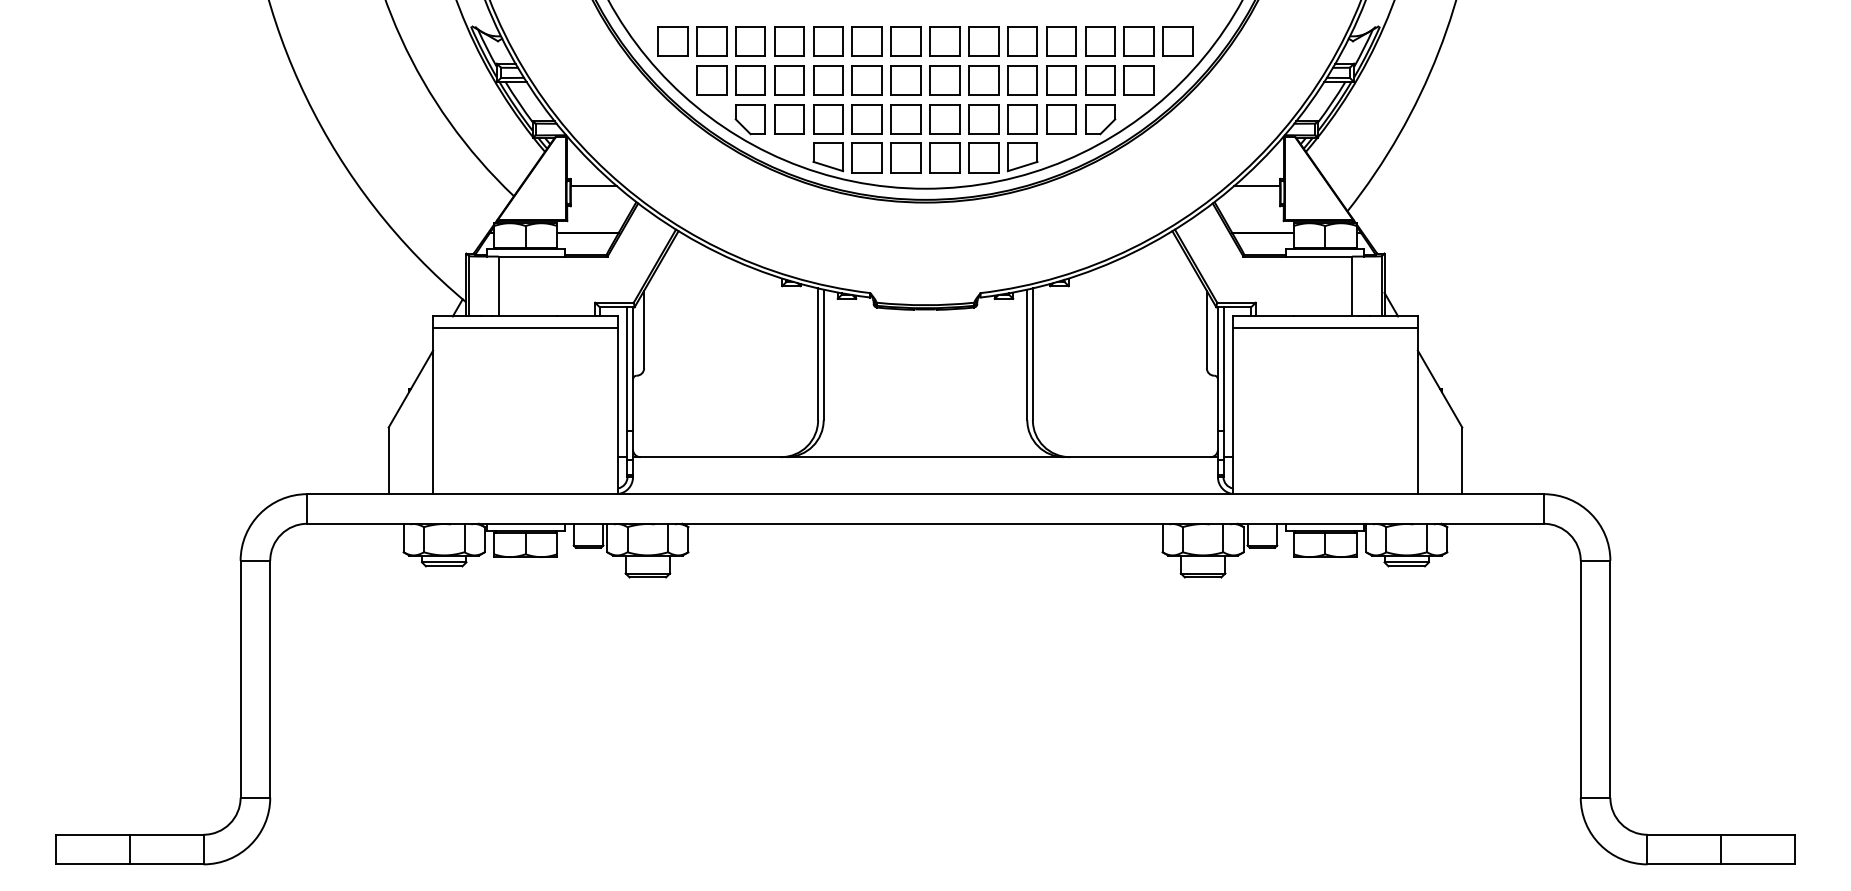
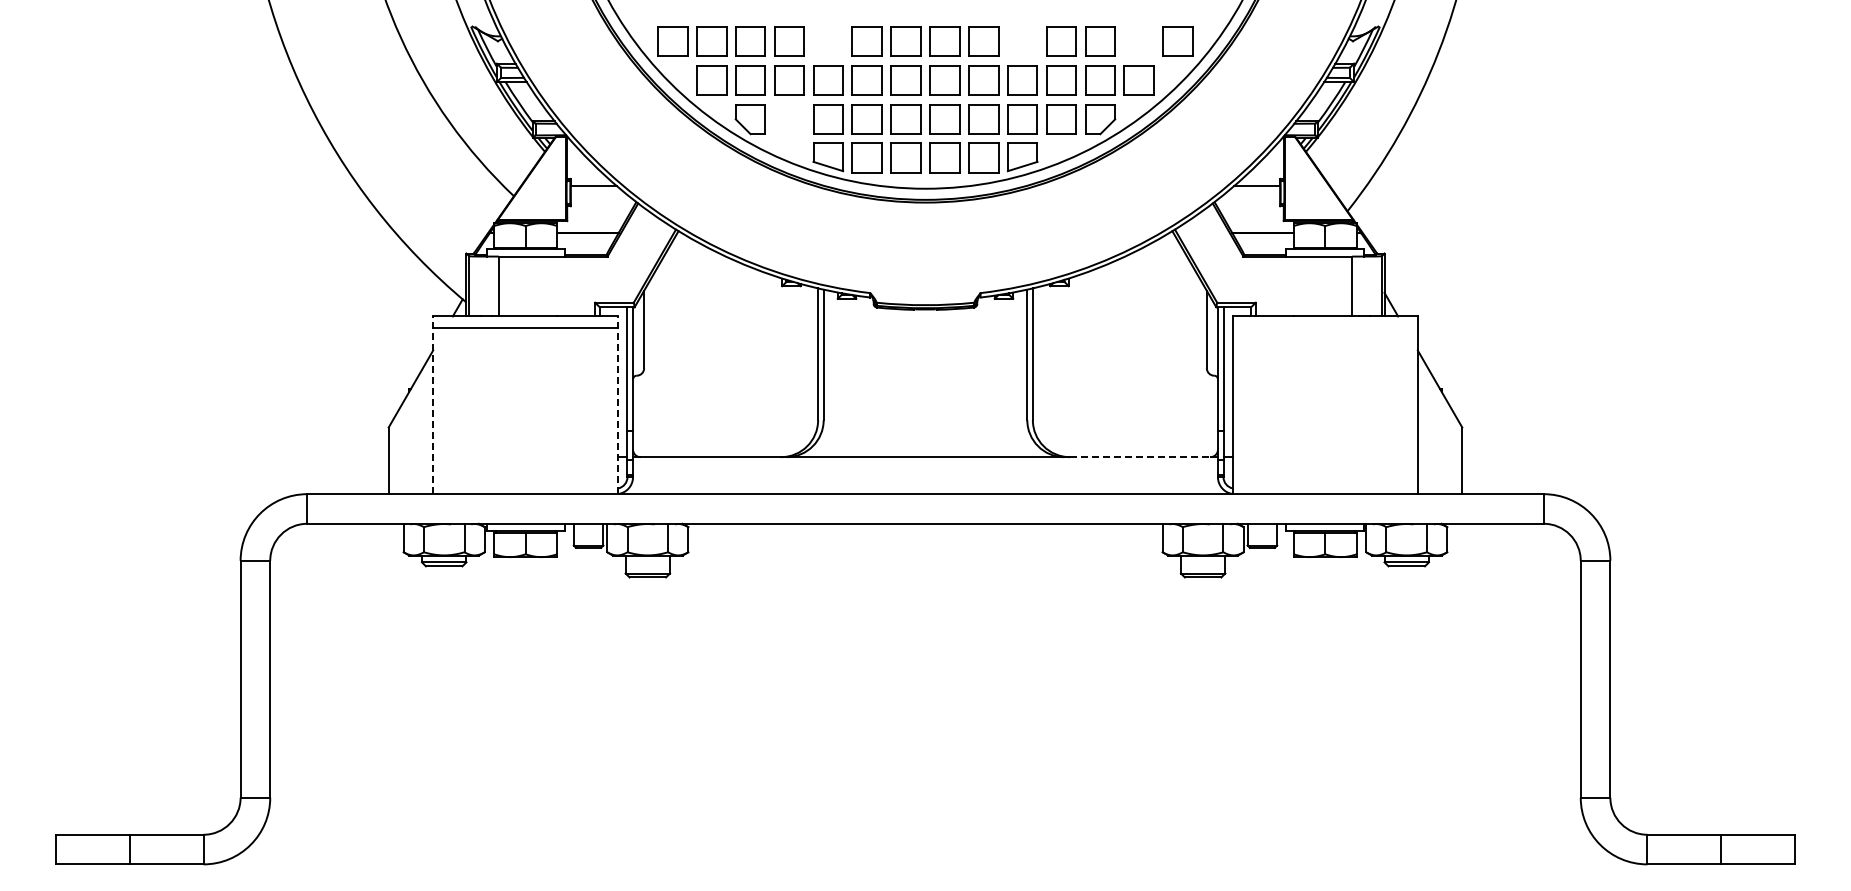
part at (828, 41): present -> none
part at (1022, 41): present -> none
part at (1138, 41): present -> none
part at (789, 119): present -> none
line at (1324, 327): present -> none
line at (433, 405): solid -> dashed
line at (618, 405): solid -> dashed
line at (1140, 457): solid -> dashed
